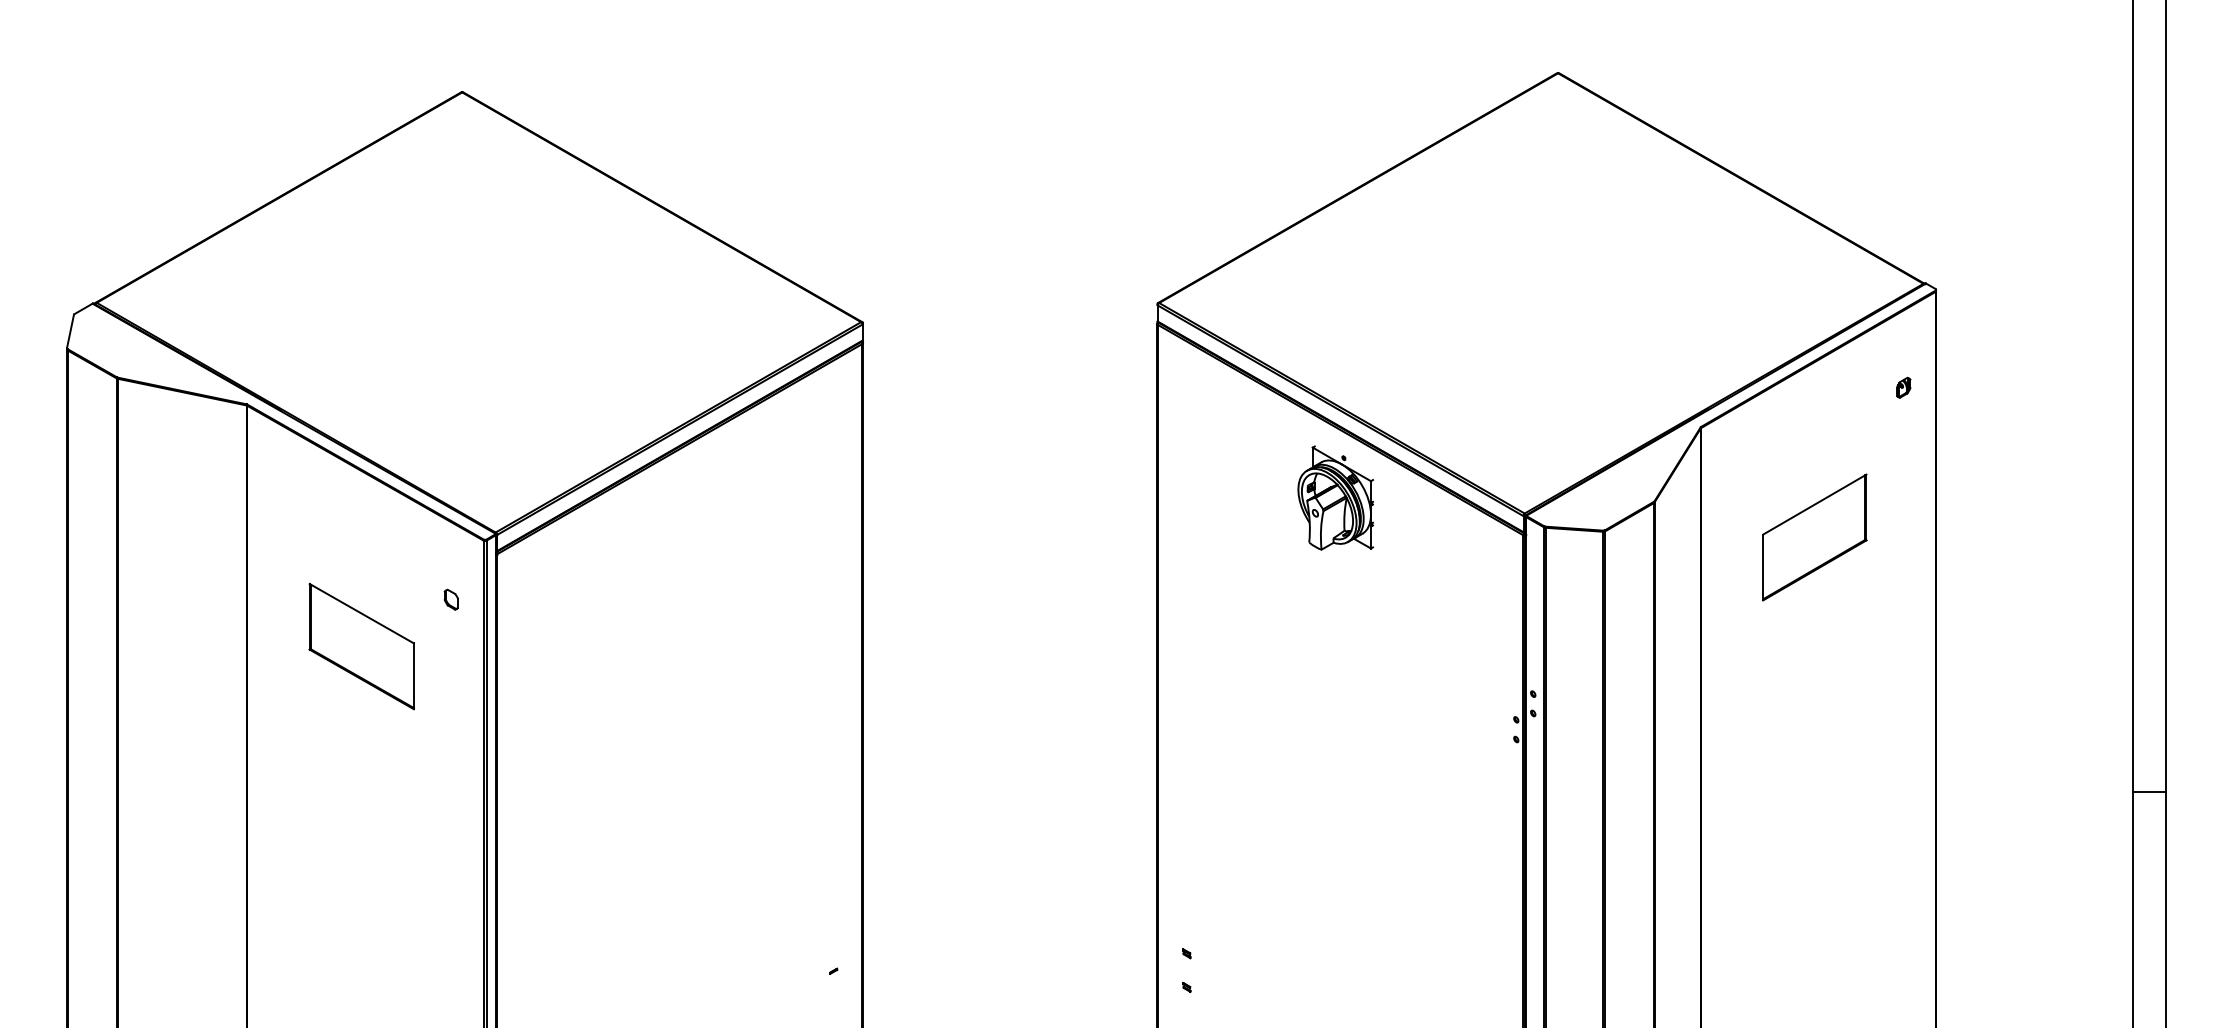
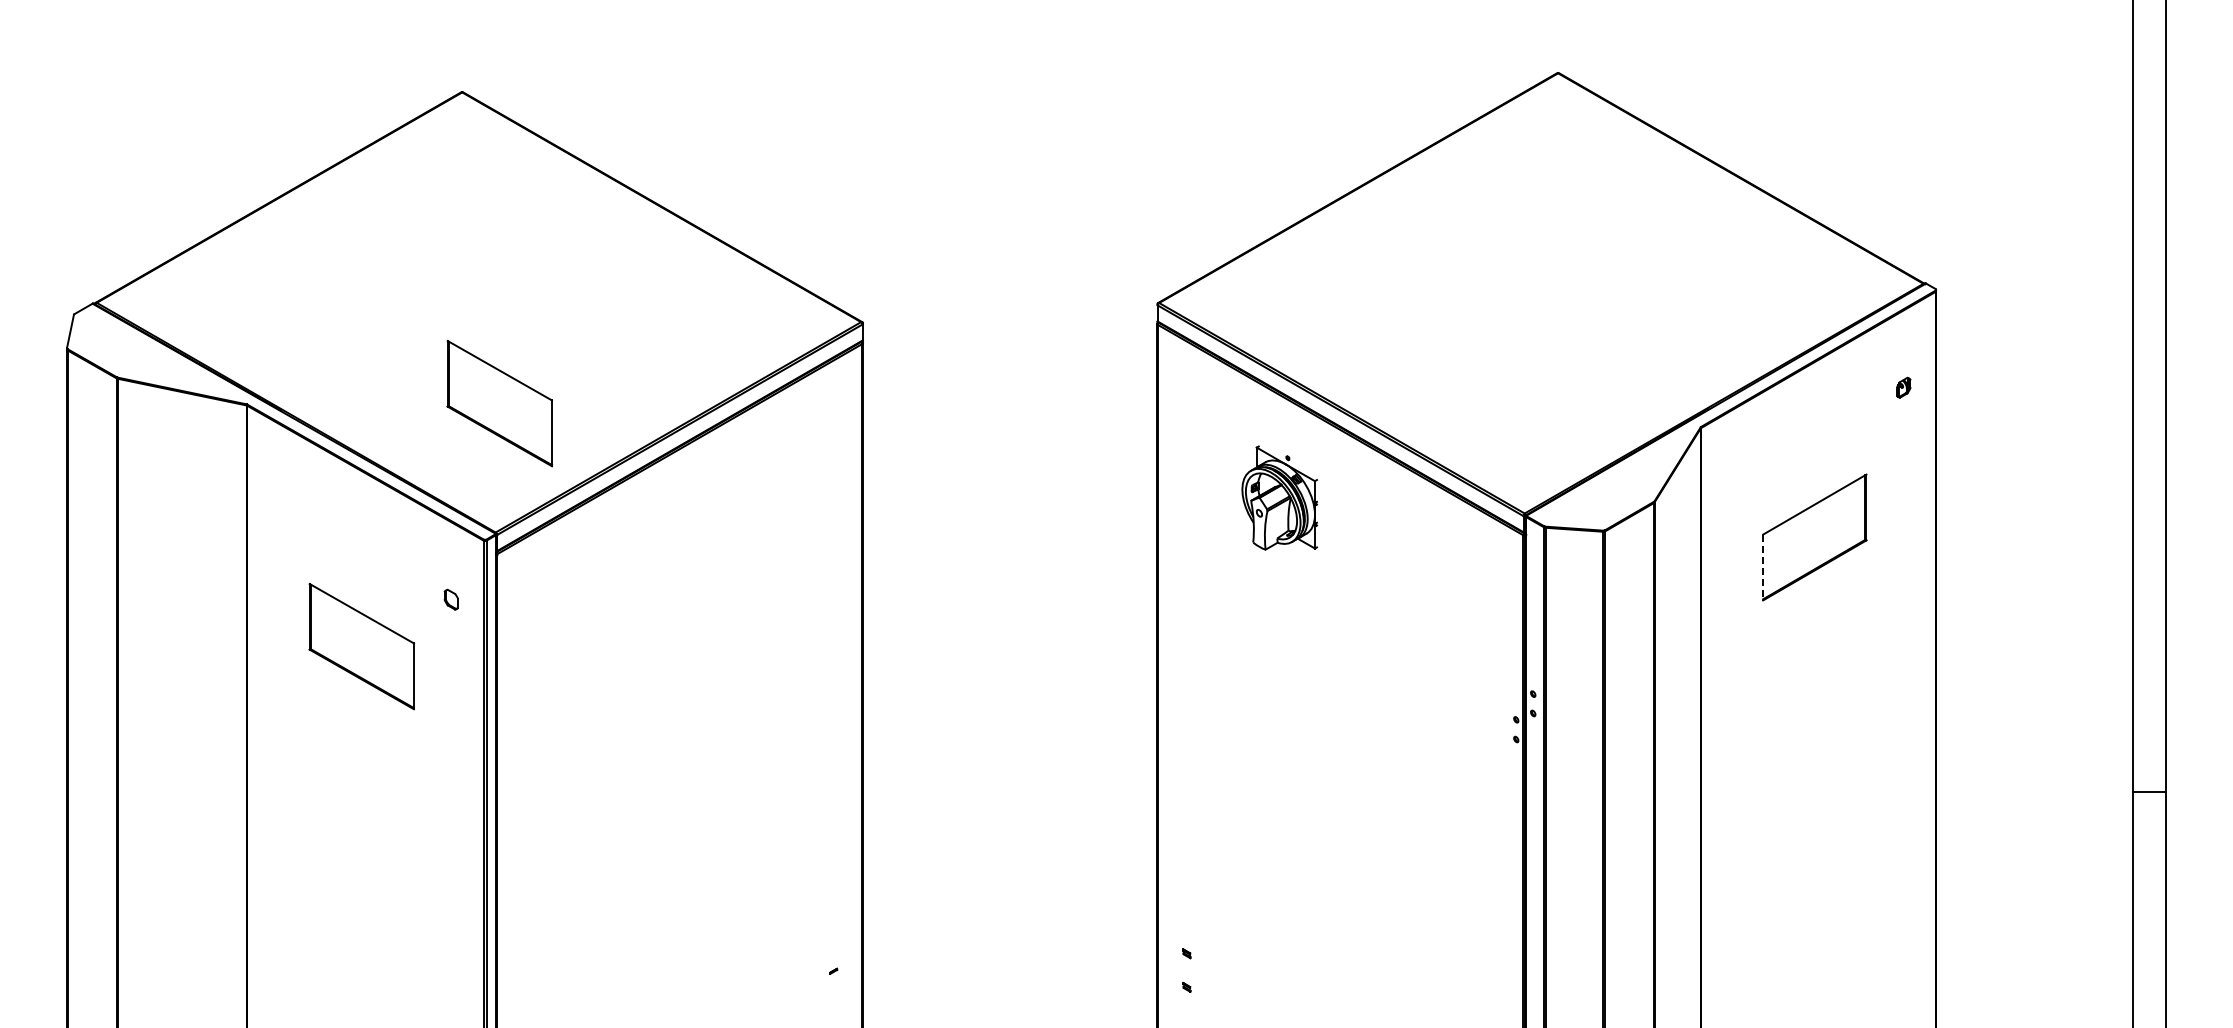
part at (499, 403): none -> present
part at (1335, 497) position: (1335, 497) -> (1279, 497)
line at (1763, 567): solid -> dashed
